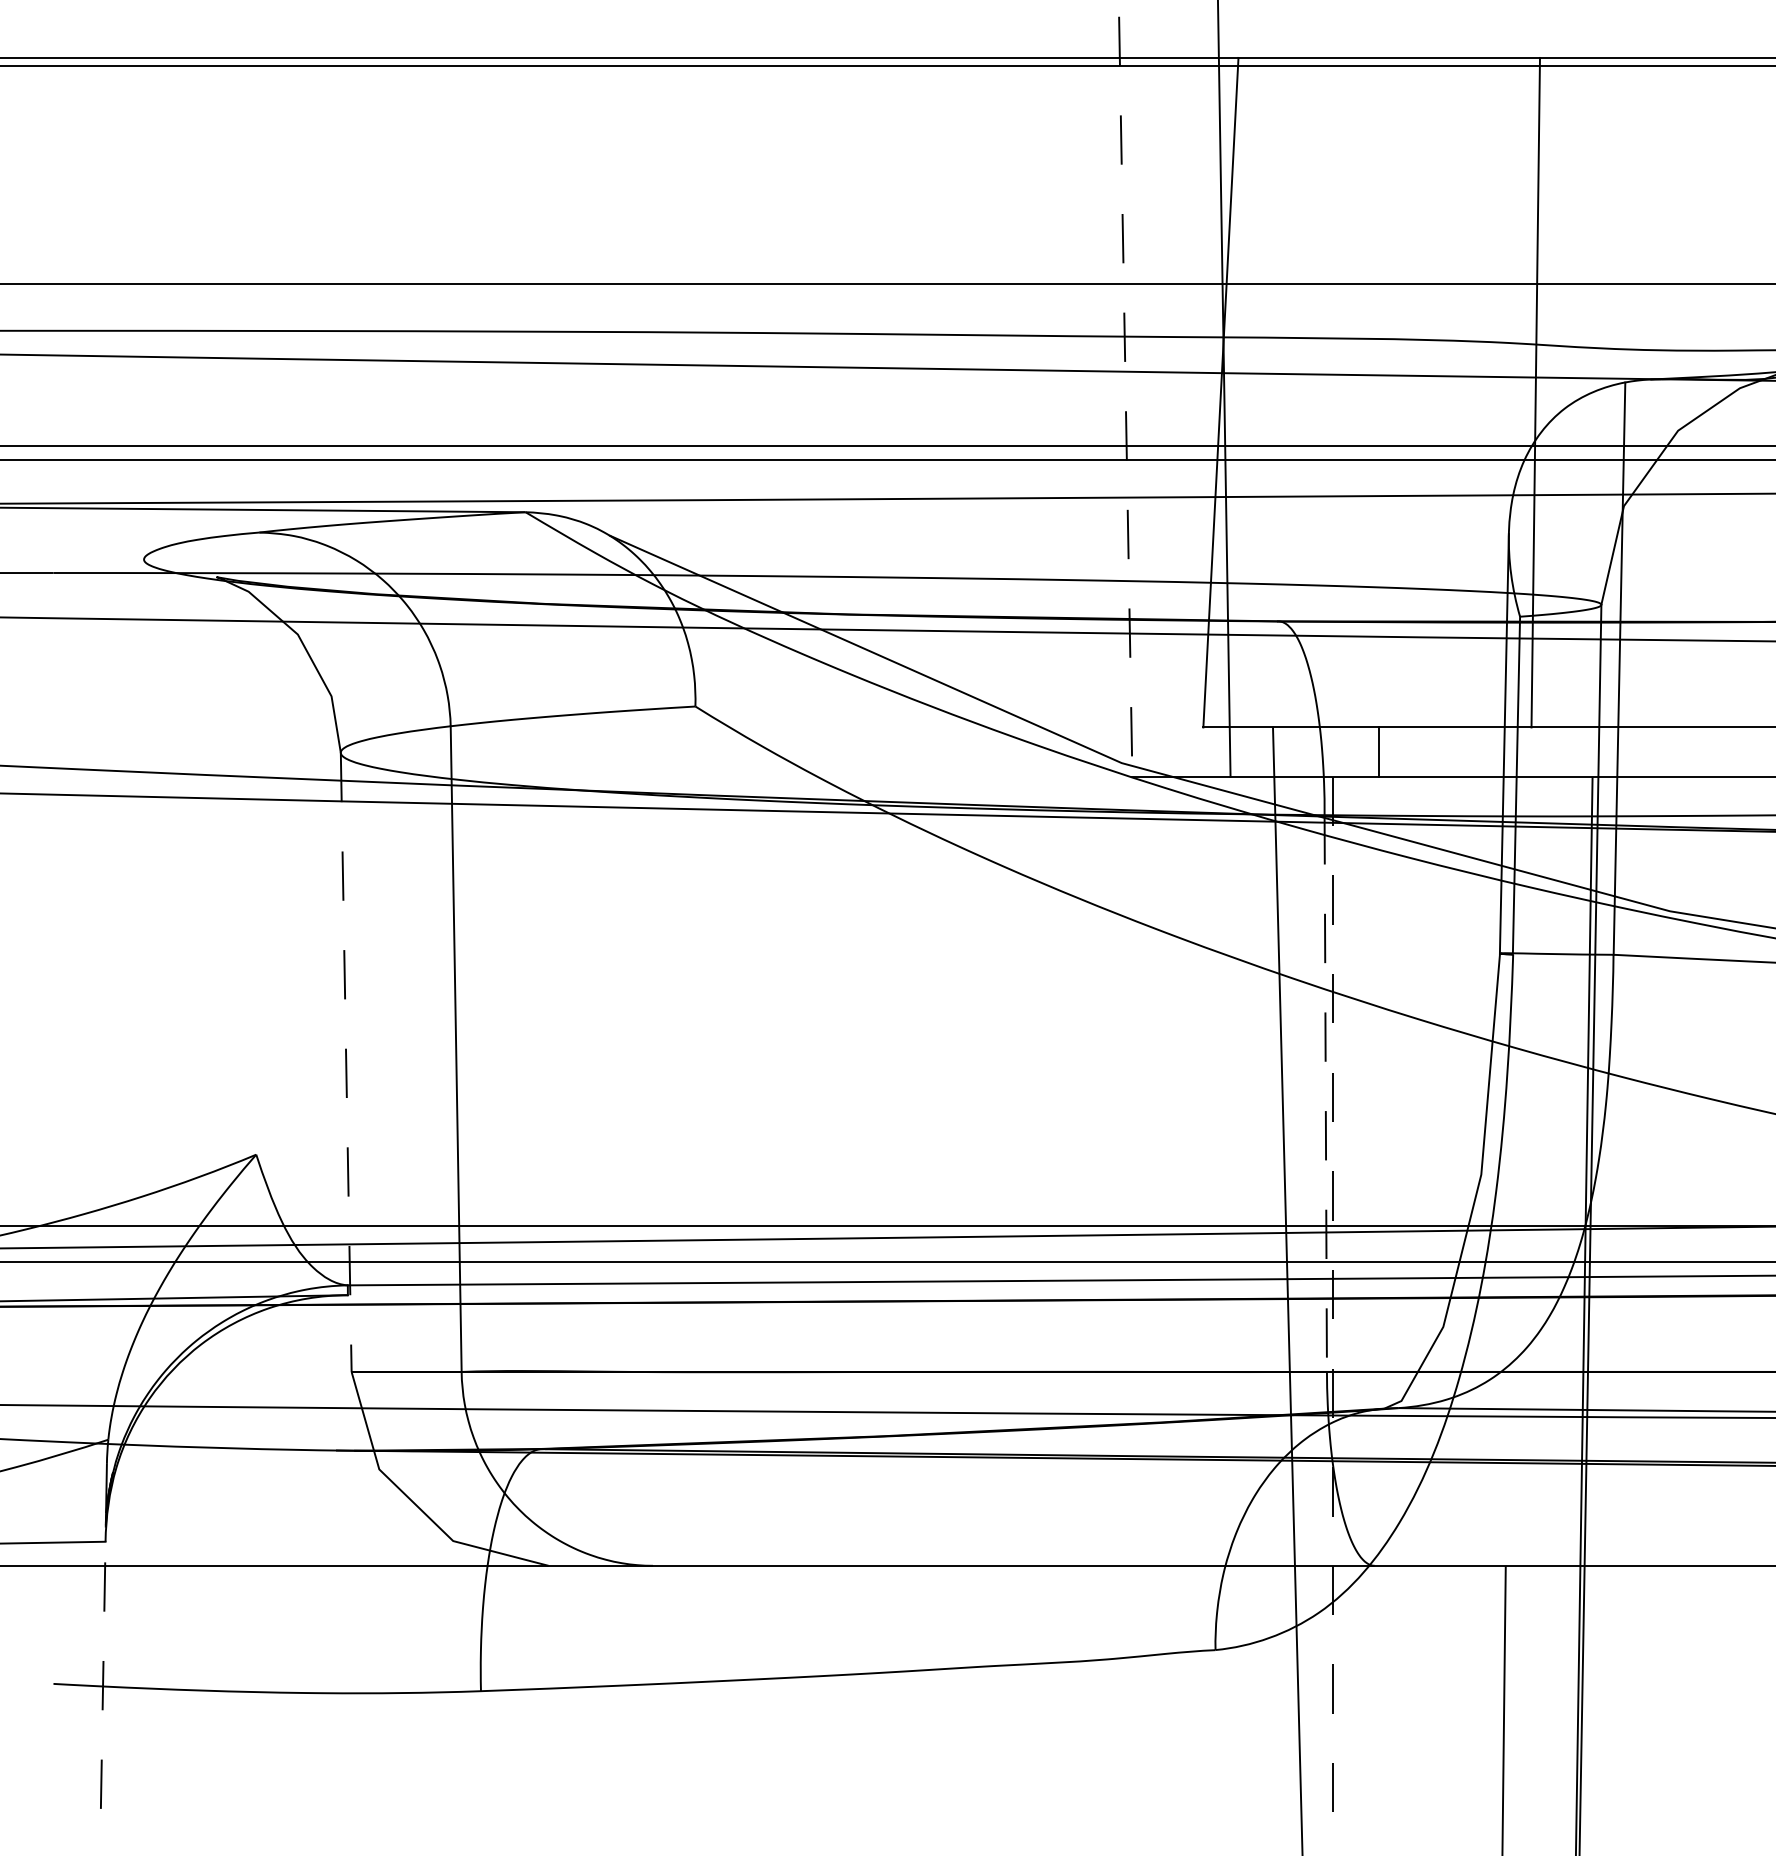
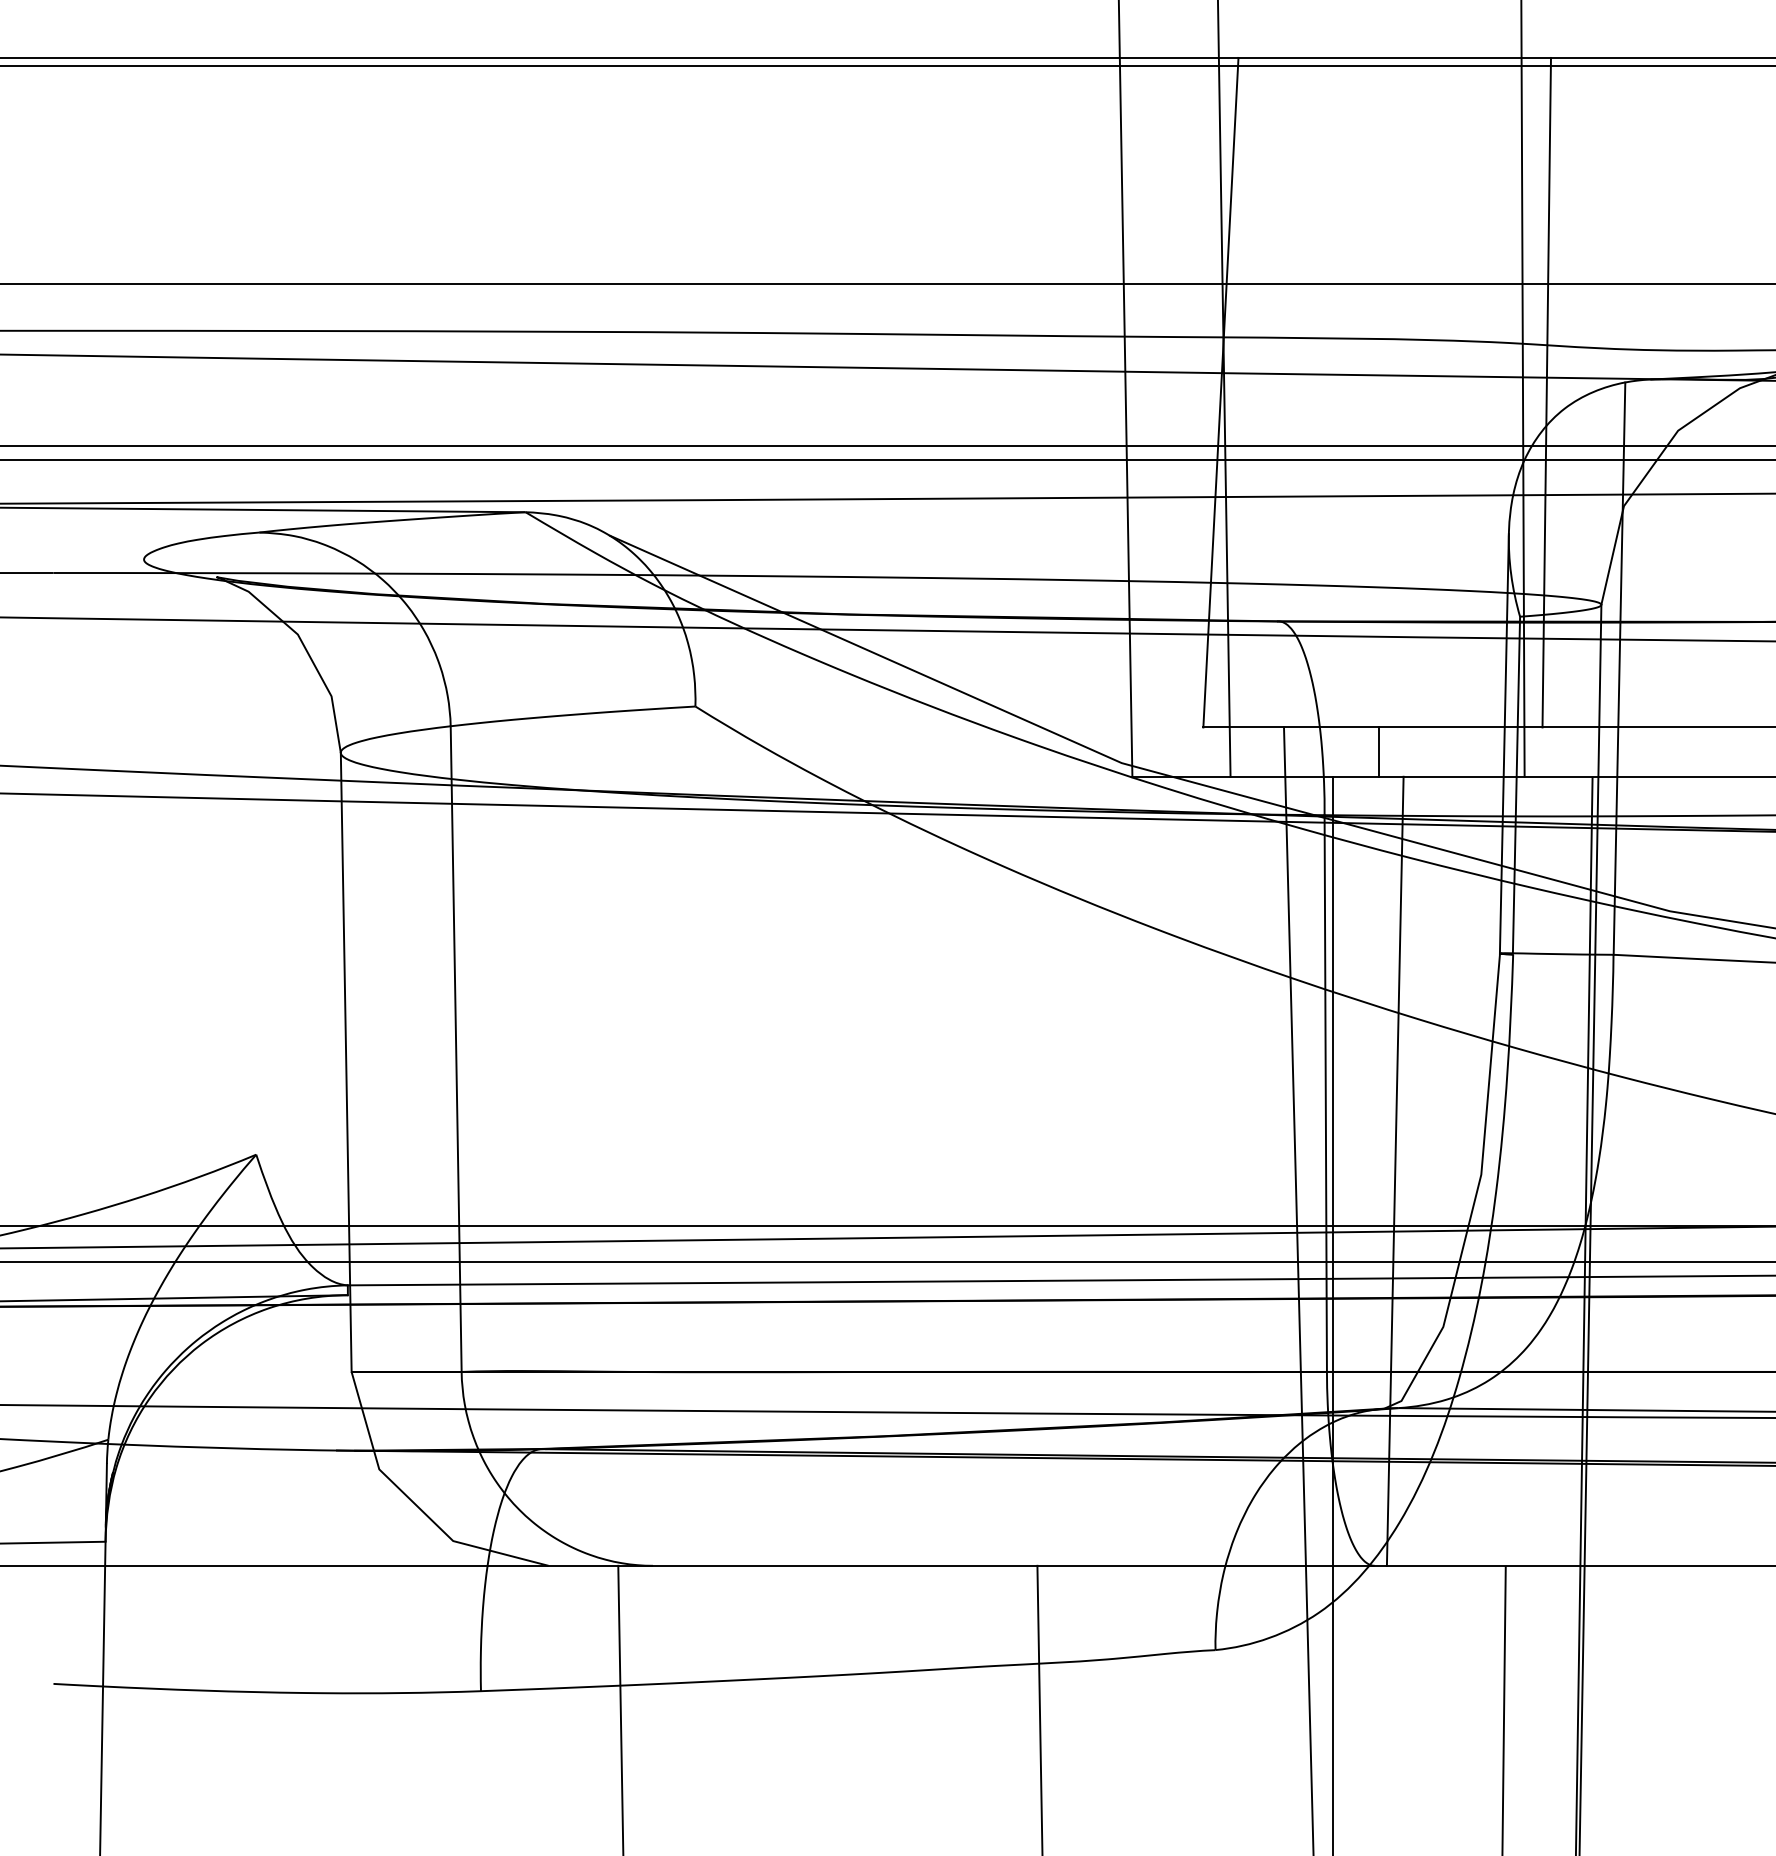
line at (1125, 389): dashed -> solid
line at (1522, 389): none -> present
line at (1535, 392) position: (1535, 392) -> (1546, 392)
line at (346, 1062): dashed -> solid
line at (1325, 1094): dashed -> solid
line at (1394, 1170): none -> present
line at (1287, 1289) position: (1287, 1289) -> (1298, 1289)
line at (1333, 1316): dashed -> solid
line at (103, 1659): dashed -> solid
line at (620, 1708): none -> present
line at (1039, 1708): none -> present
